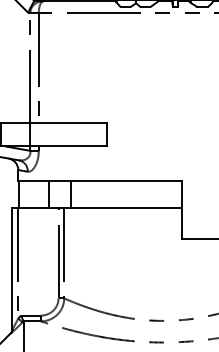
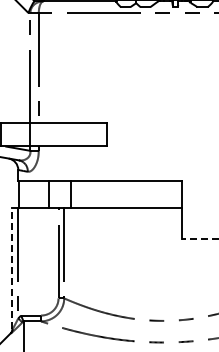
line at (199, 239): solid -> dashed
line at (12, 268): solid -> dashed
